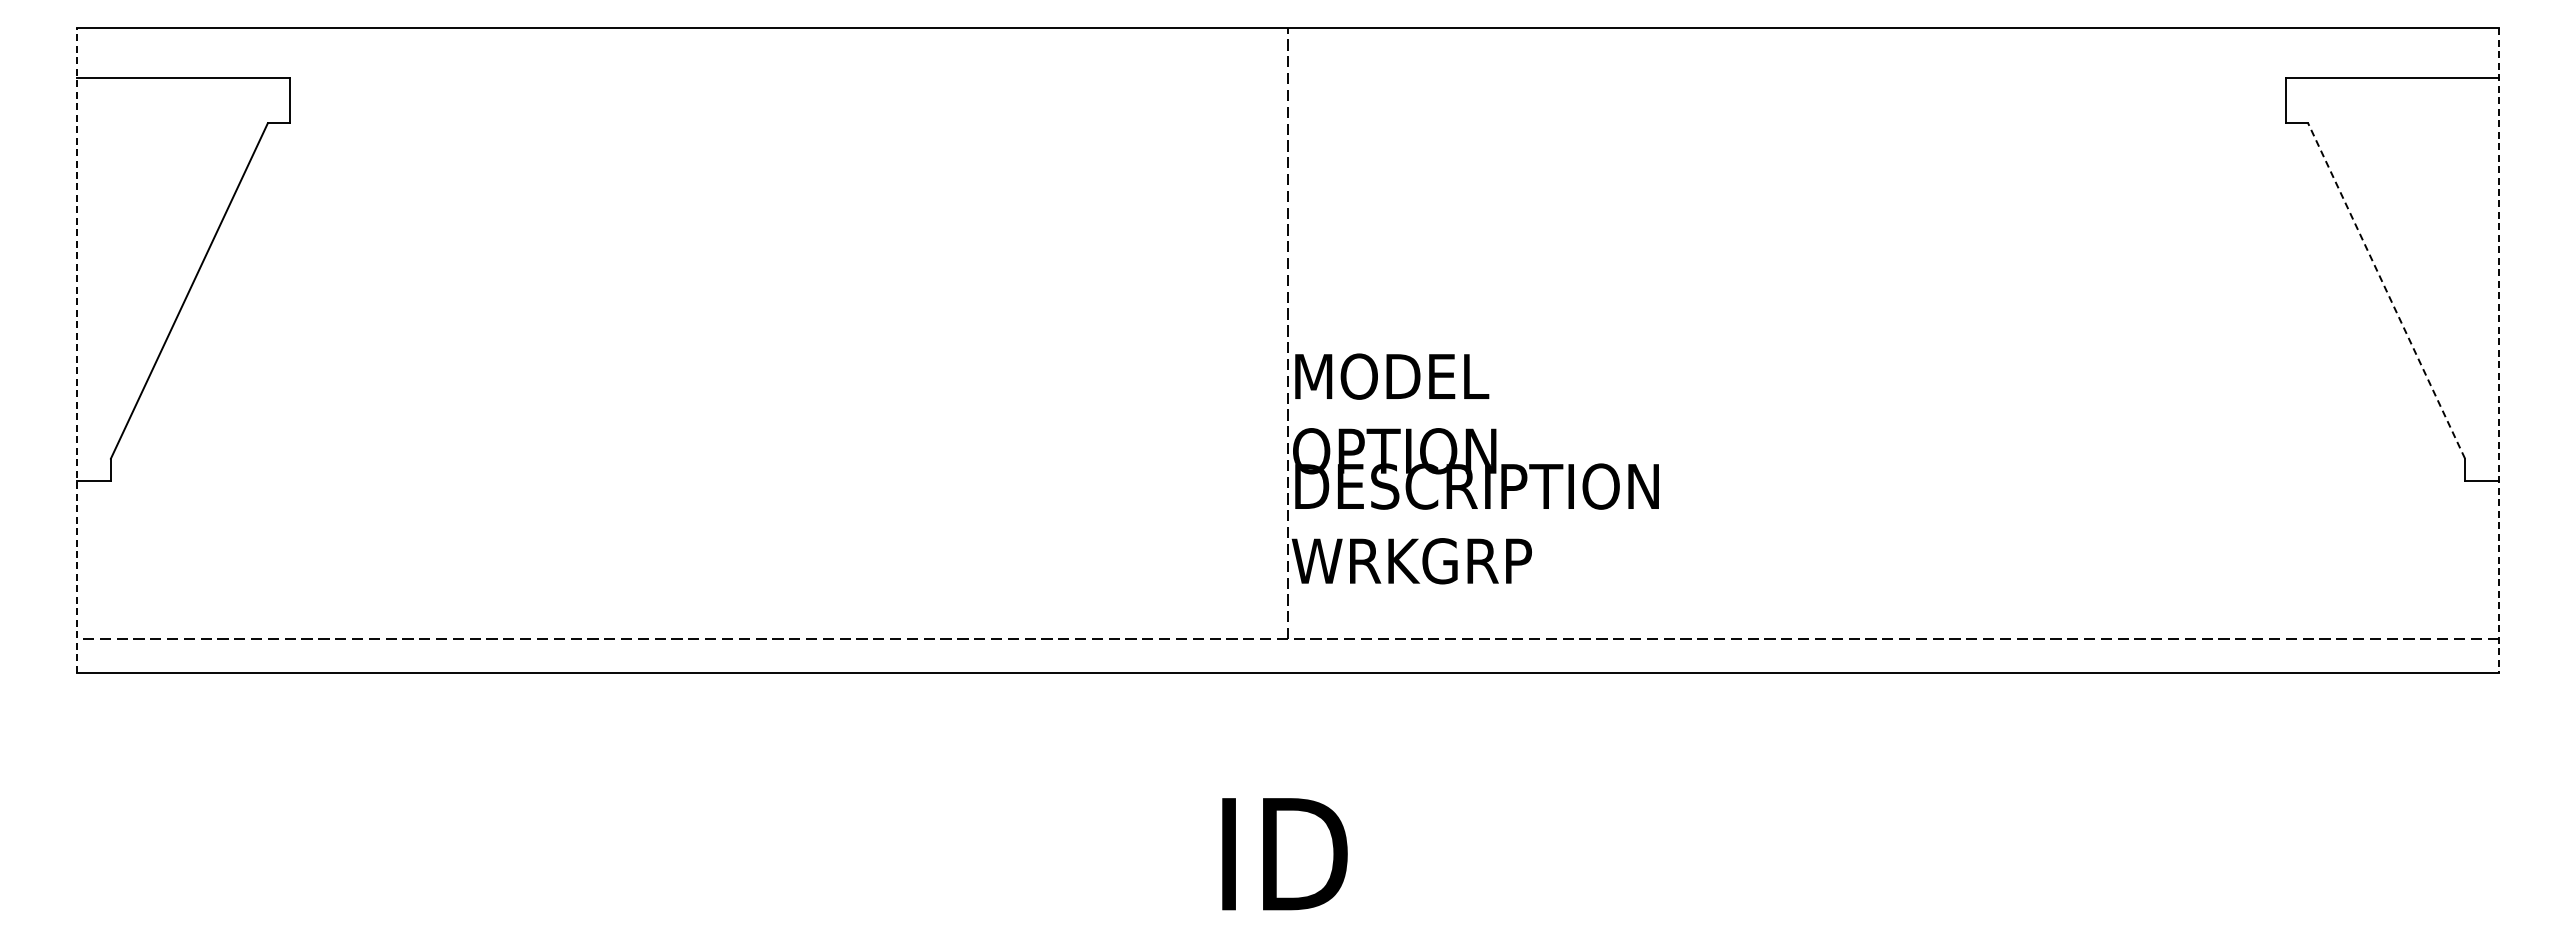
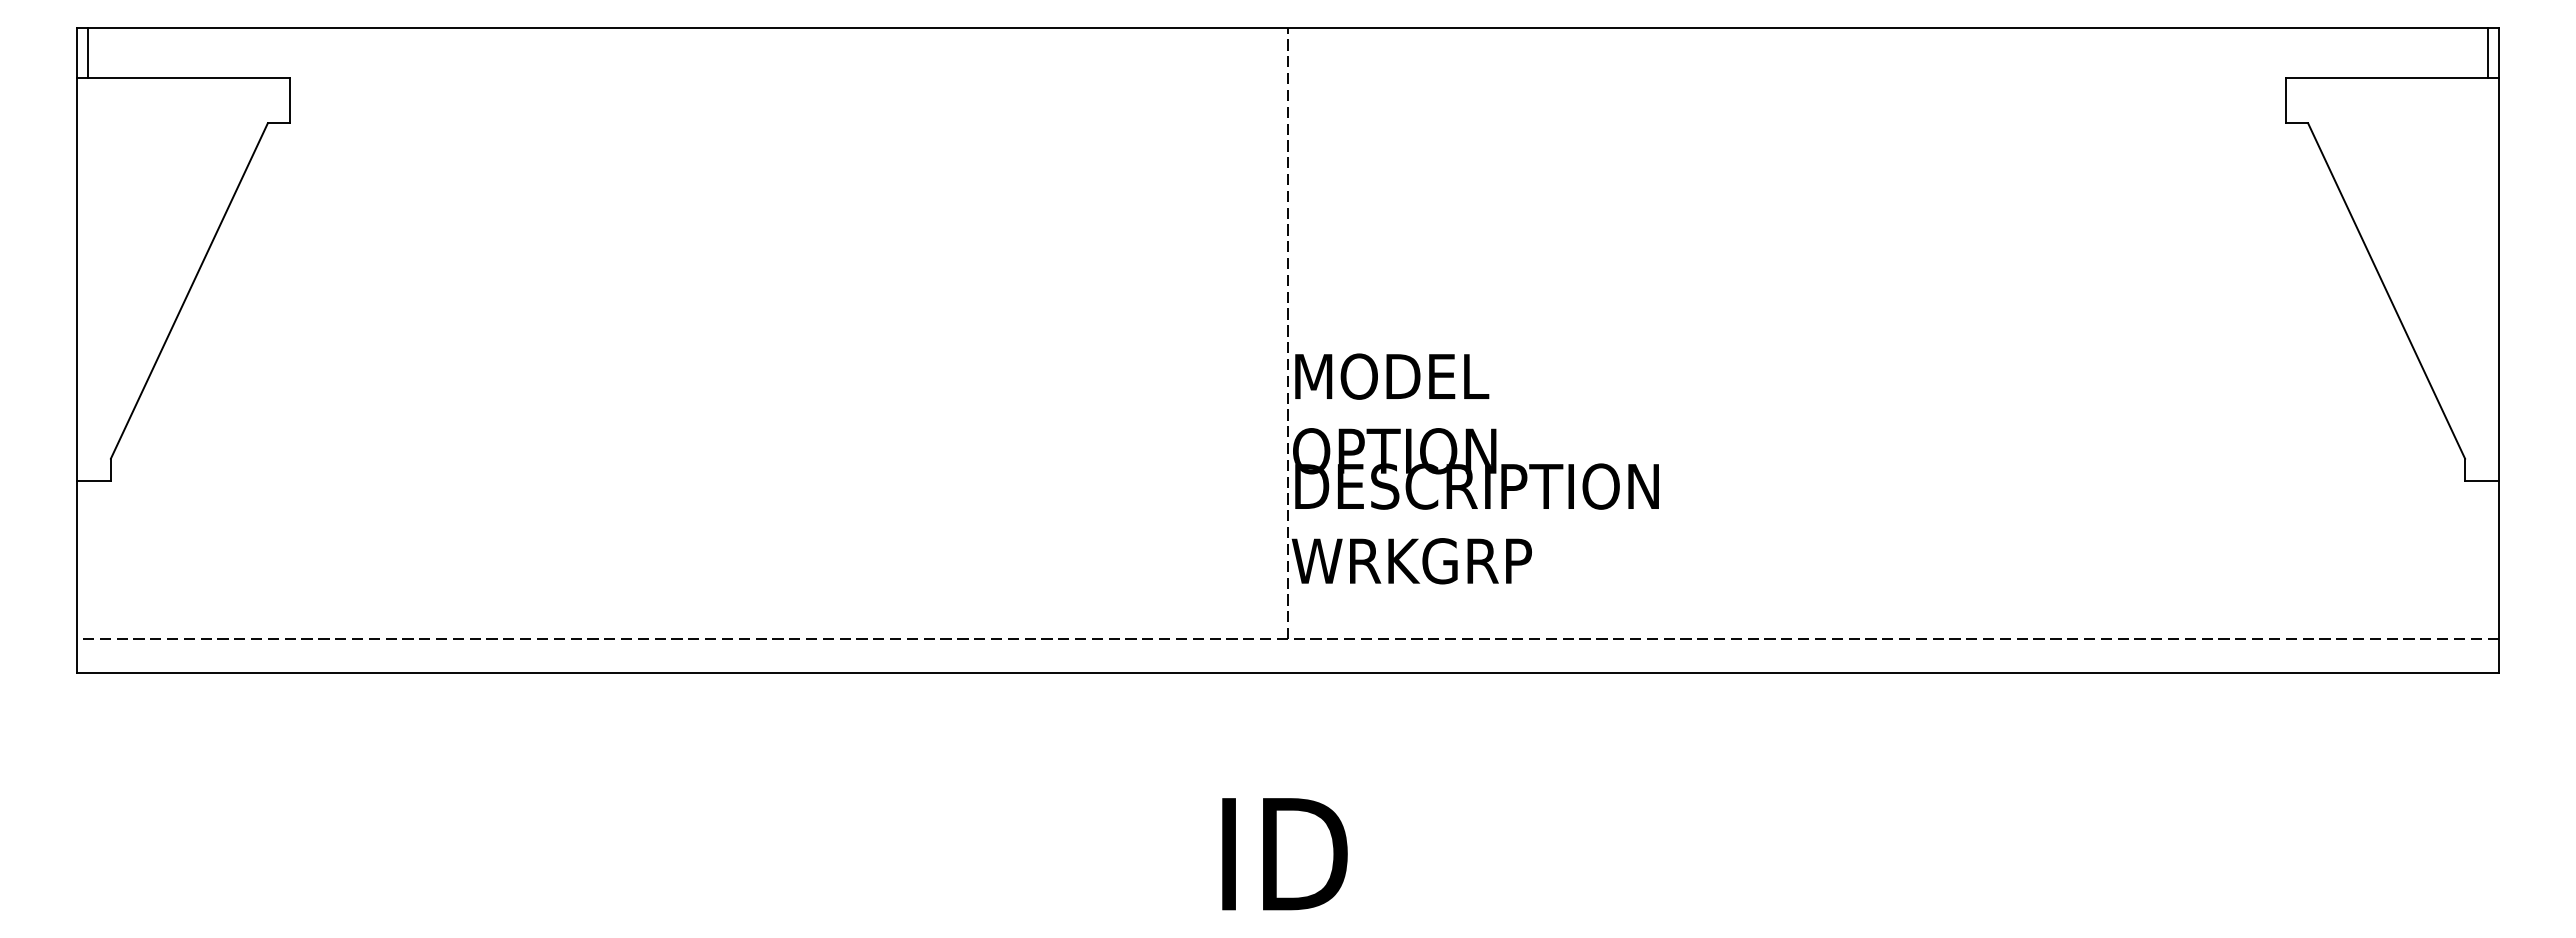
line at (88, 53): none -> present
line at (2487, 53): none -> present
line at (2386, 290): dashed -> solid
line at (77, 350): dashed -> solid
line at (2498, 351): dashed -> solid
